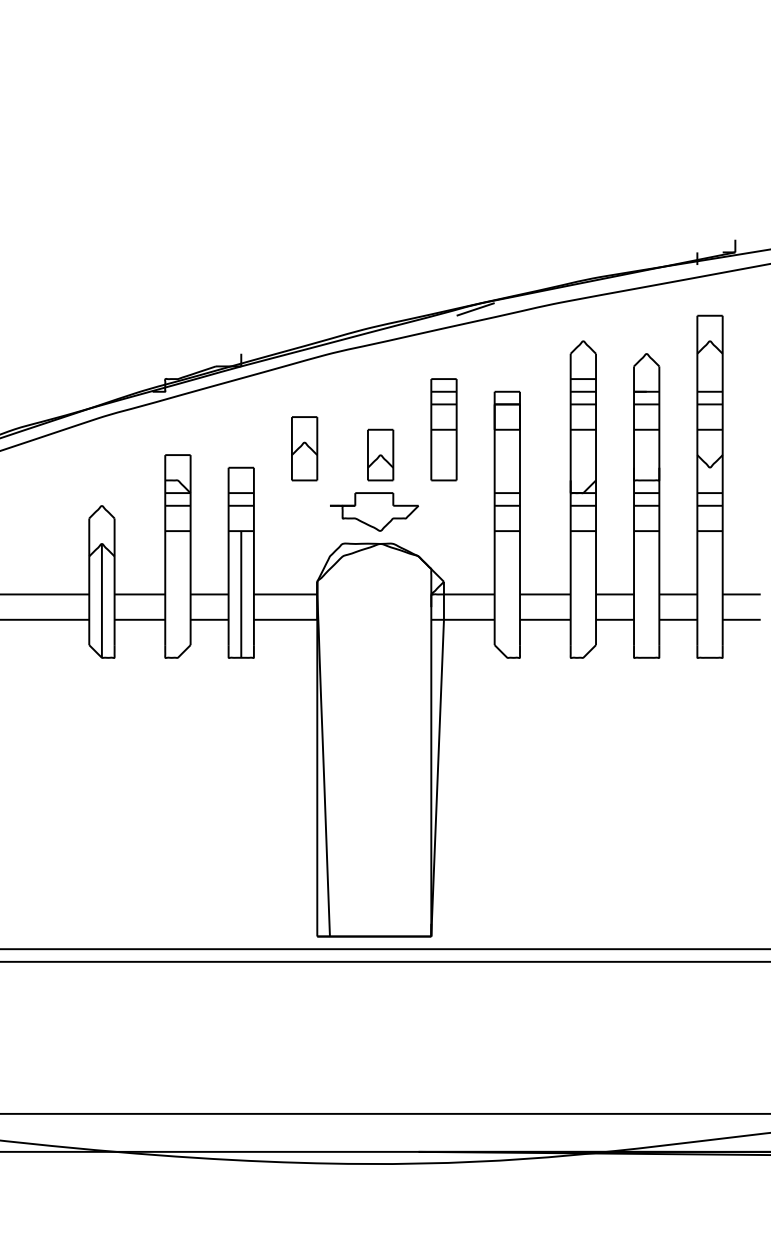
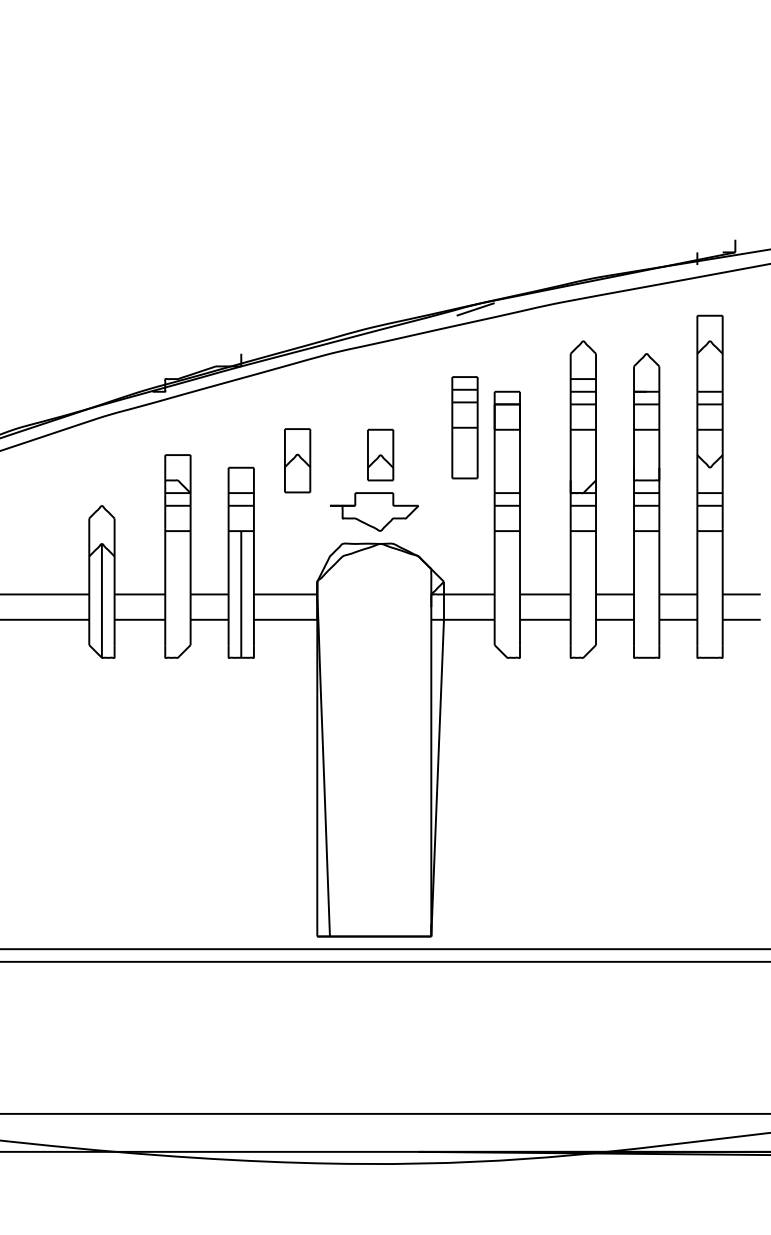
part at (443, 429) position: (443, 429) -> (464, 427)
part at (304, 448) position: (304, 448) -> (297, 460)
